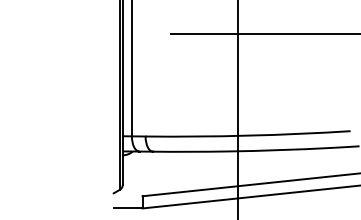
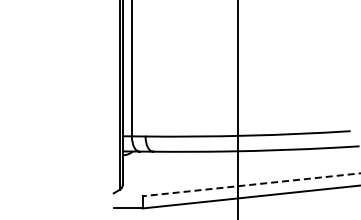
line at (263, 33): present -> none
line at (251, 184): solid -> dashed
